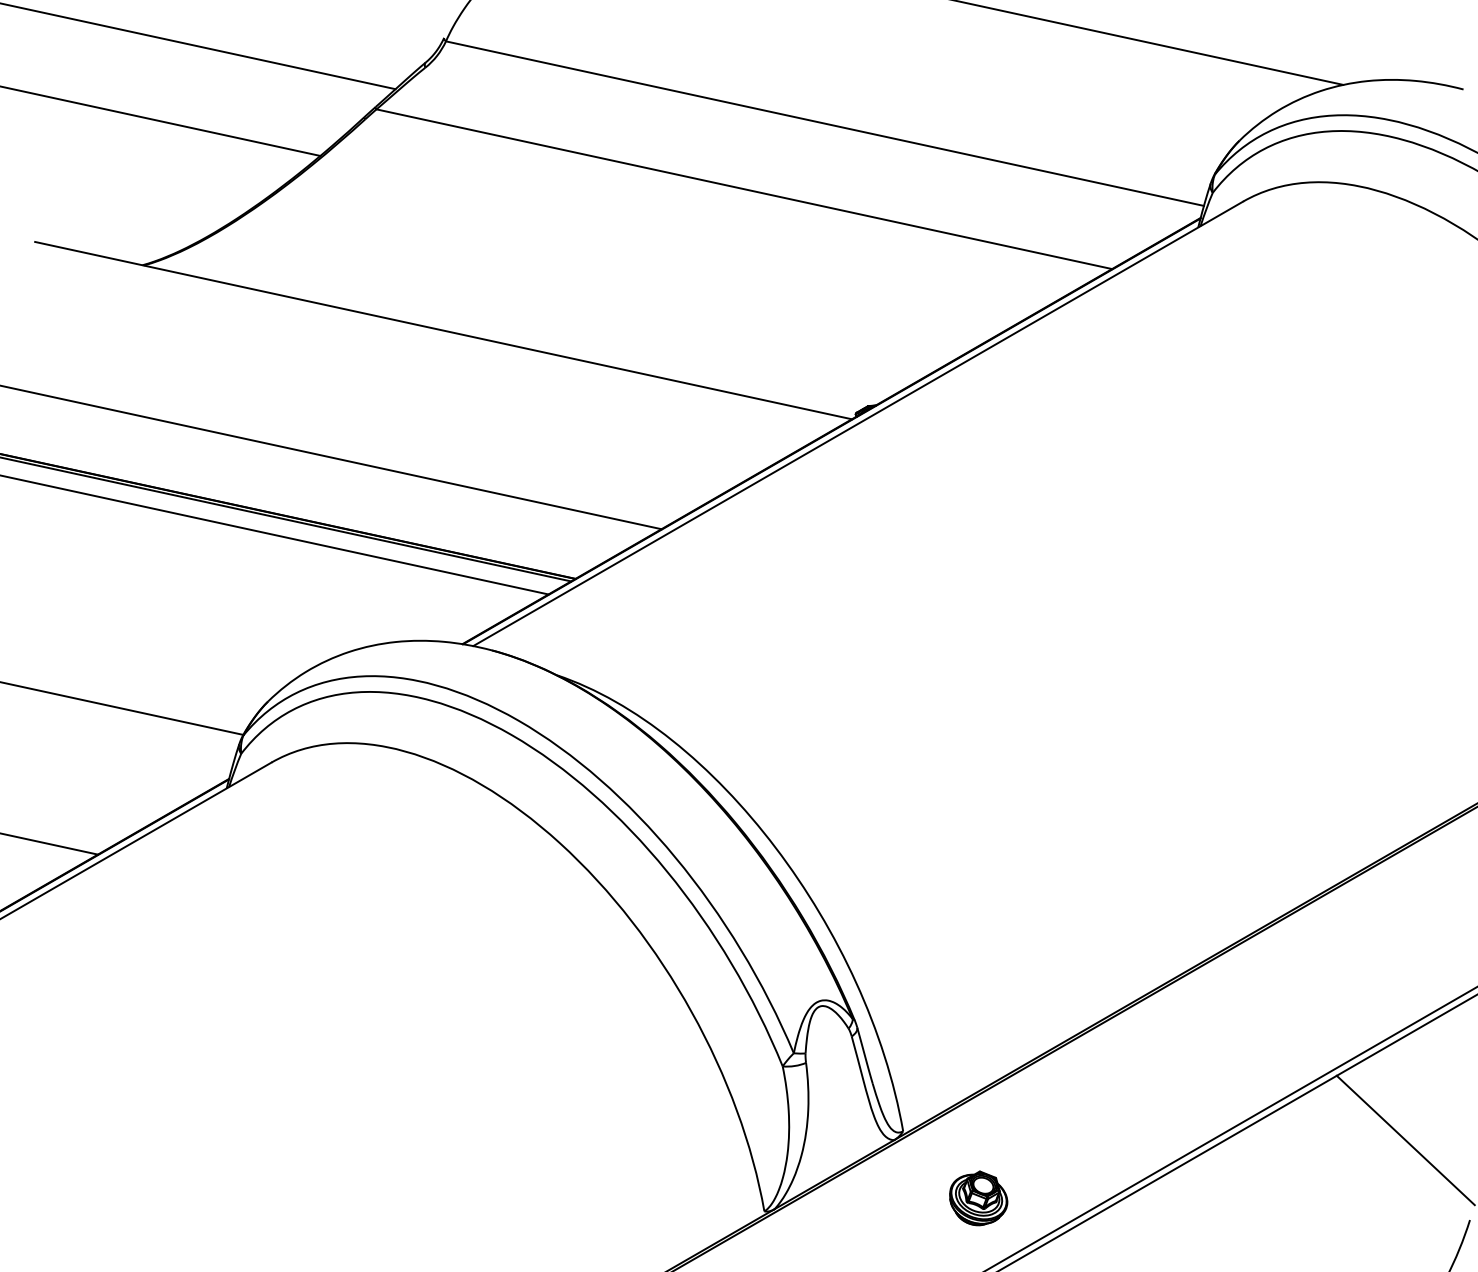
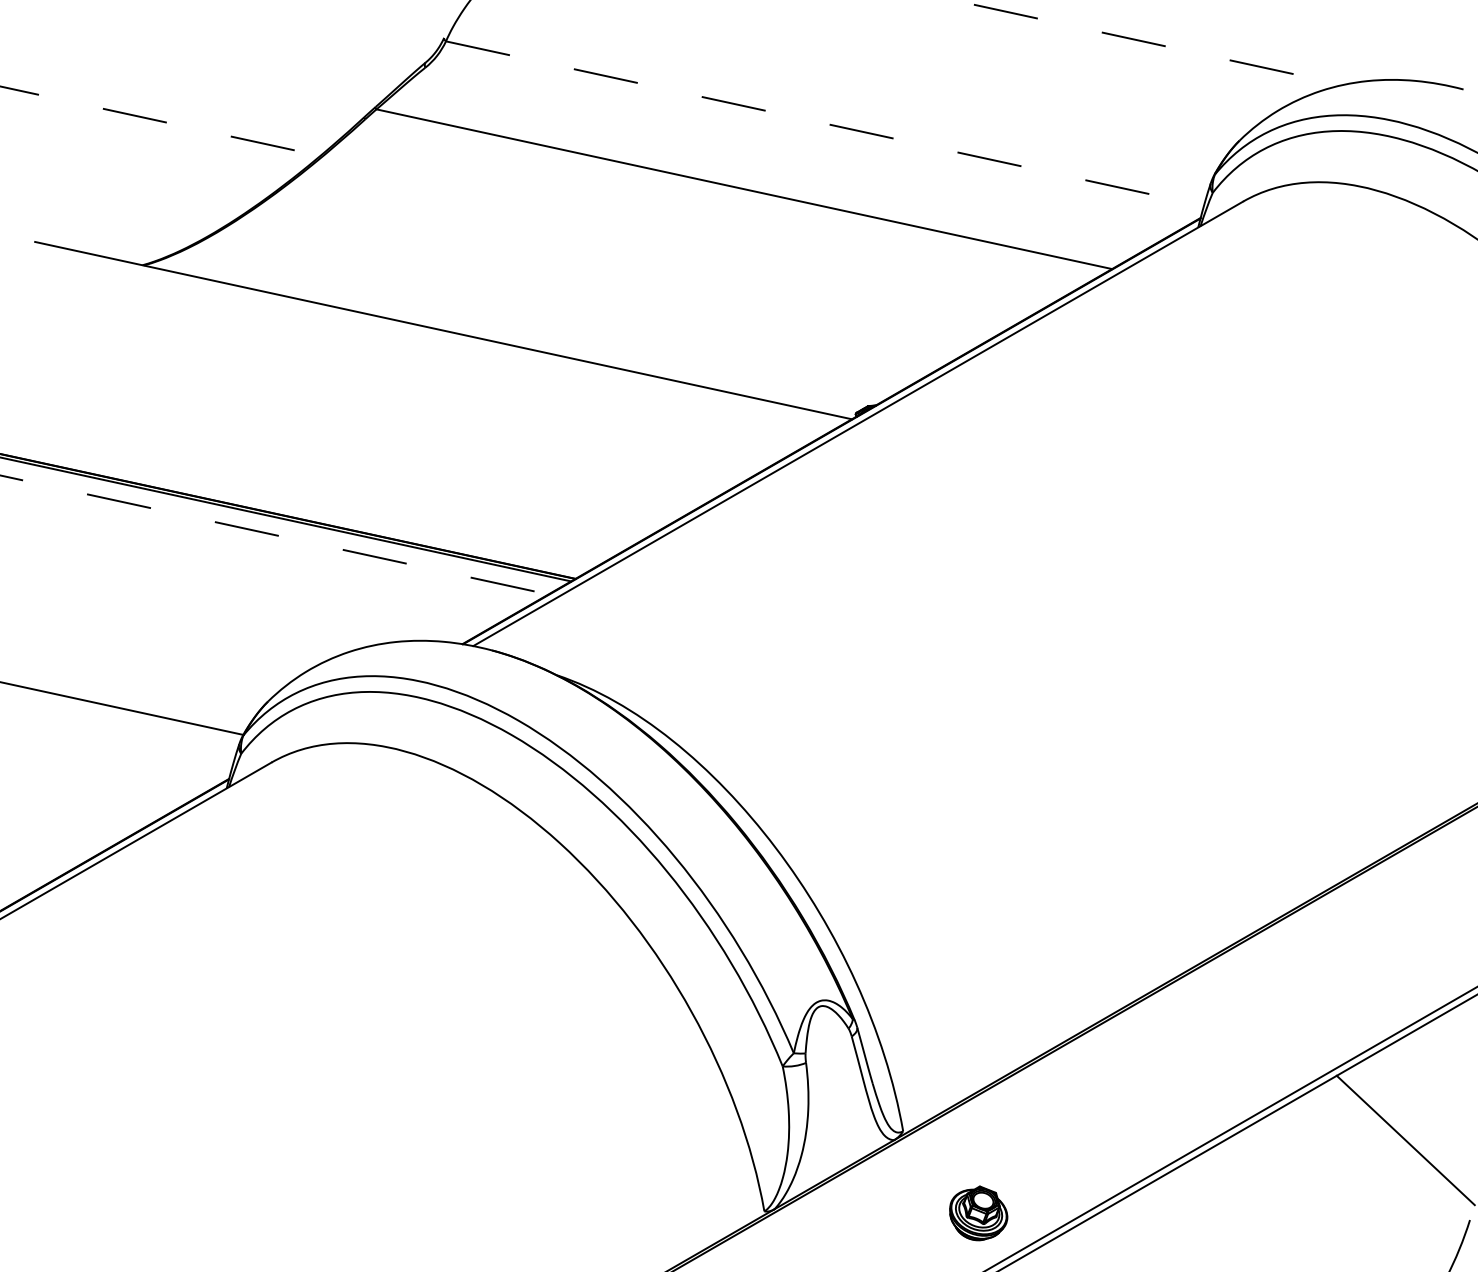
line at (1148, 42): solid -> dashed
line at (198, 46): present -> none
line at (161, 121): solid -> dashed
line at (824, 123): solid -> dashed
line at (331, 457): present -> none
line at (274, 535): solid -> dashed
line at (49, 843): present -> none
part at (978, 1198) position: (978, 1198) -> (978, 1213)
